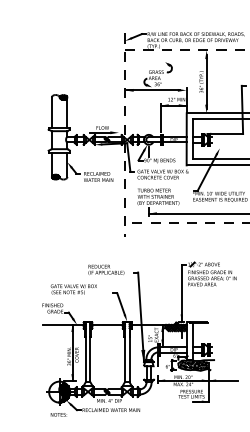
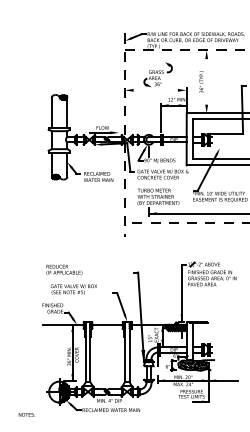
line at (206, 82): present -> none
line at (153, 90): present -> none
text at (106, 269) position: (106, 269) -> (64, 269)
text at (58, 414) position: (58, 414) -> (26, 414)
